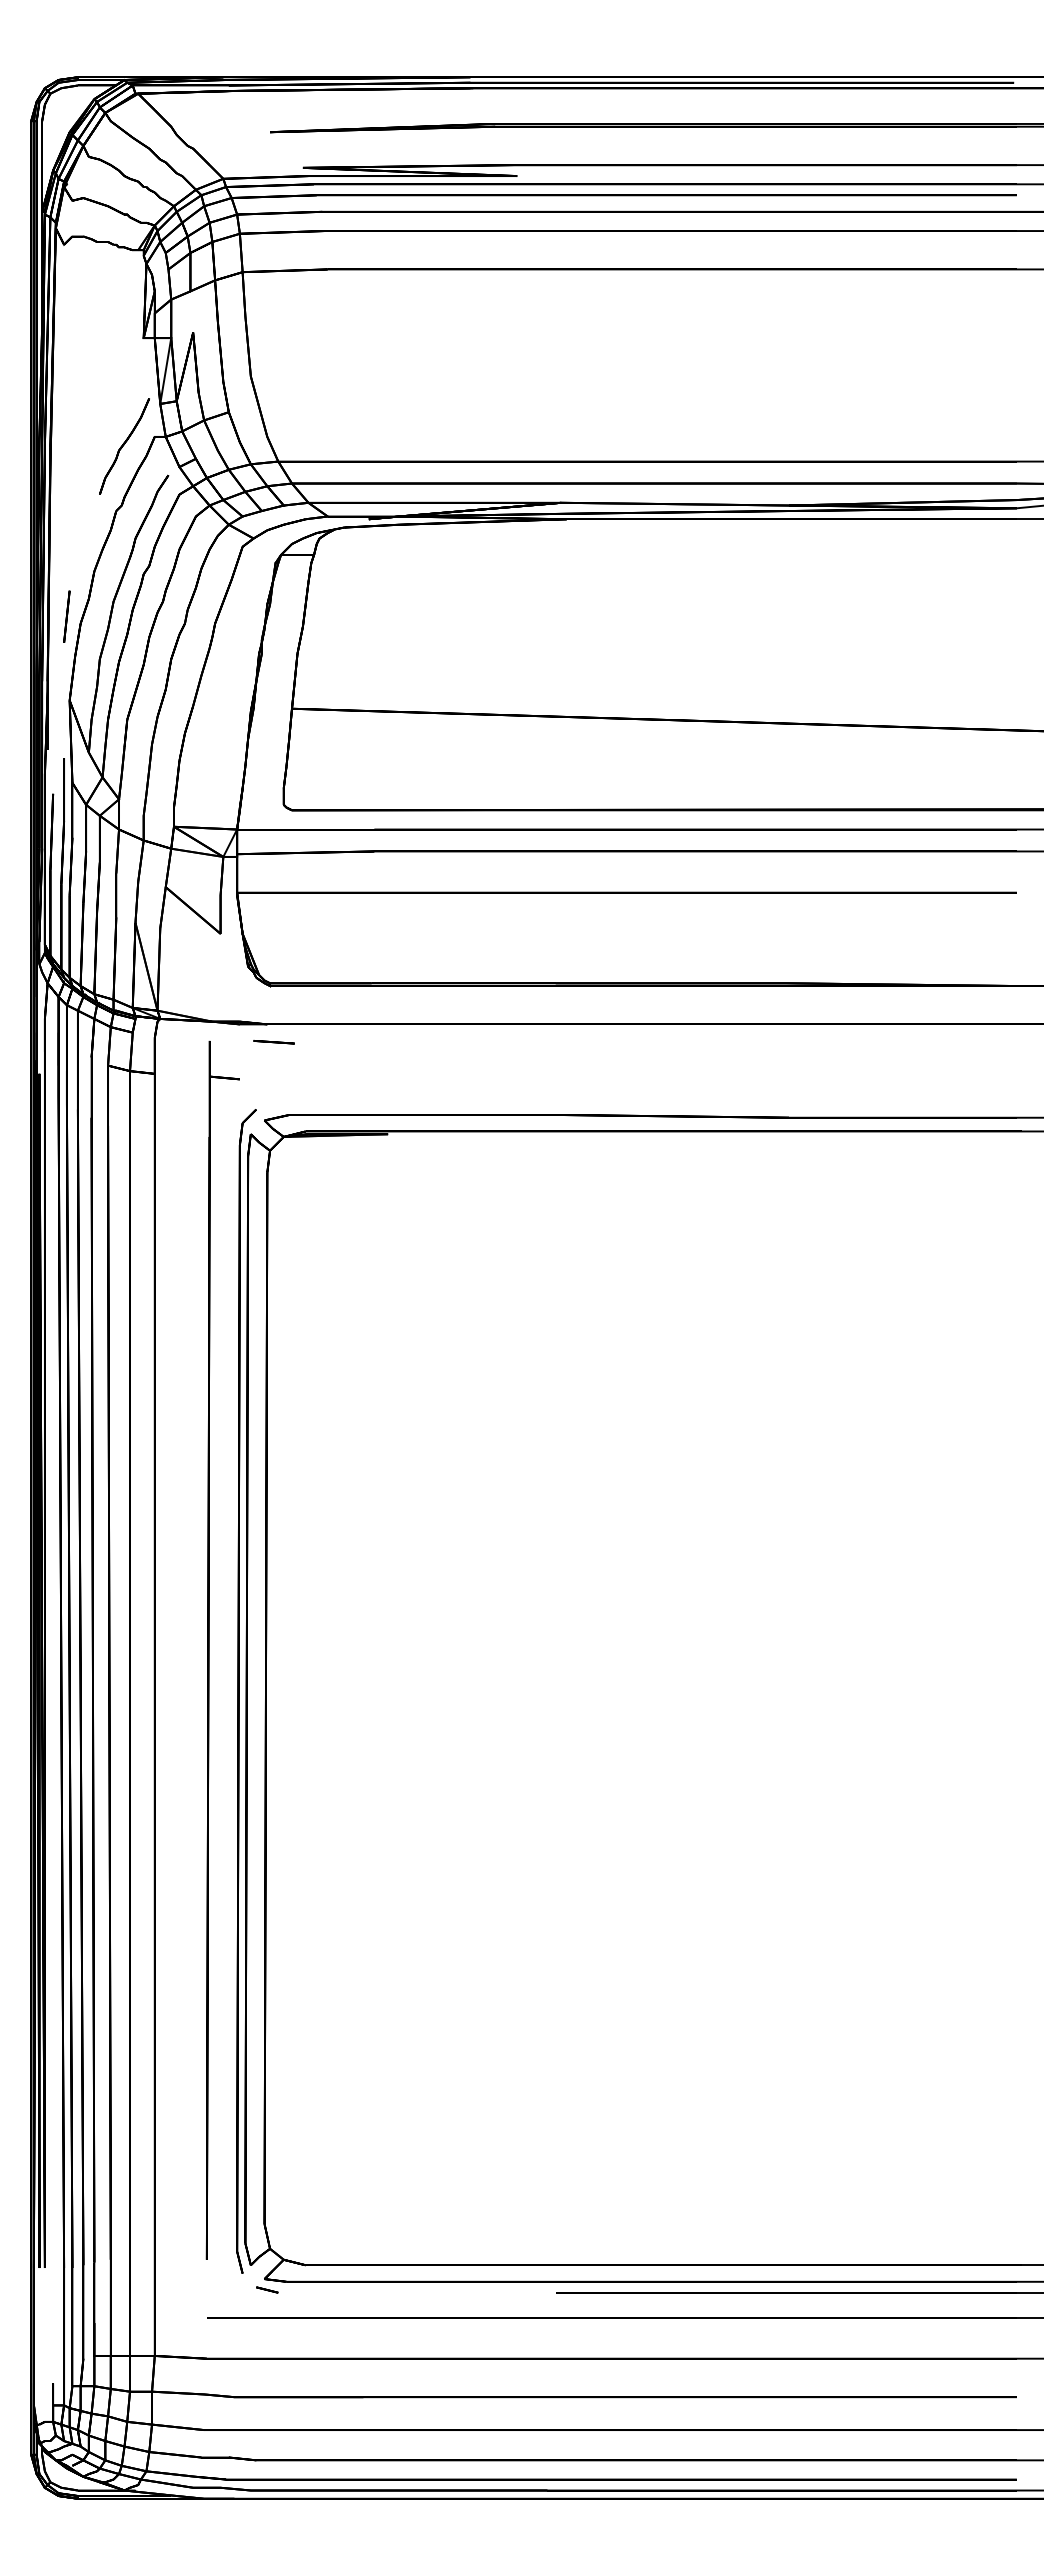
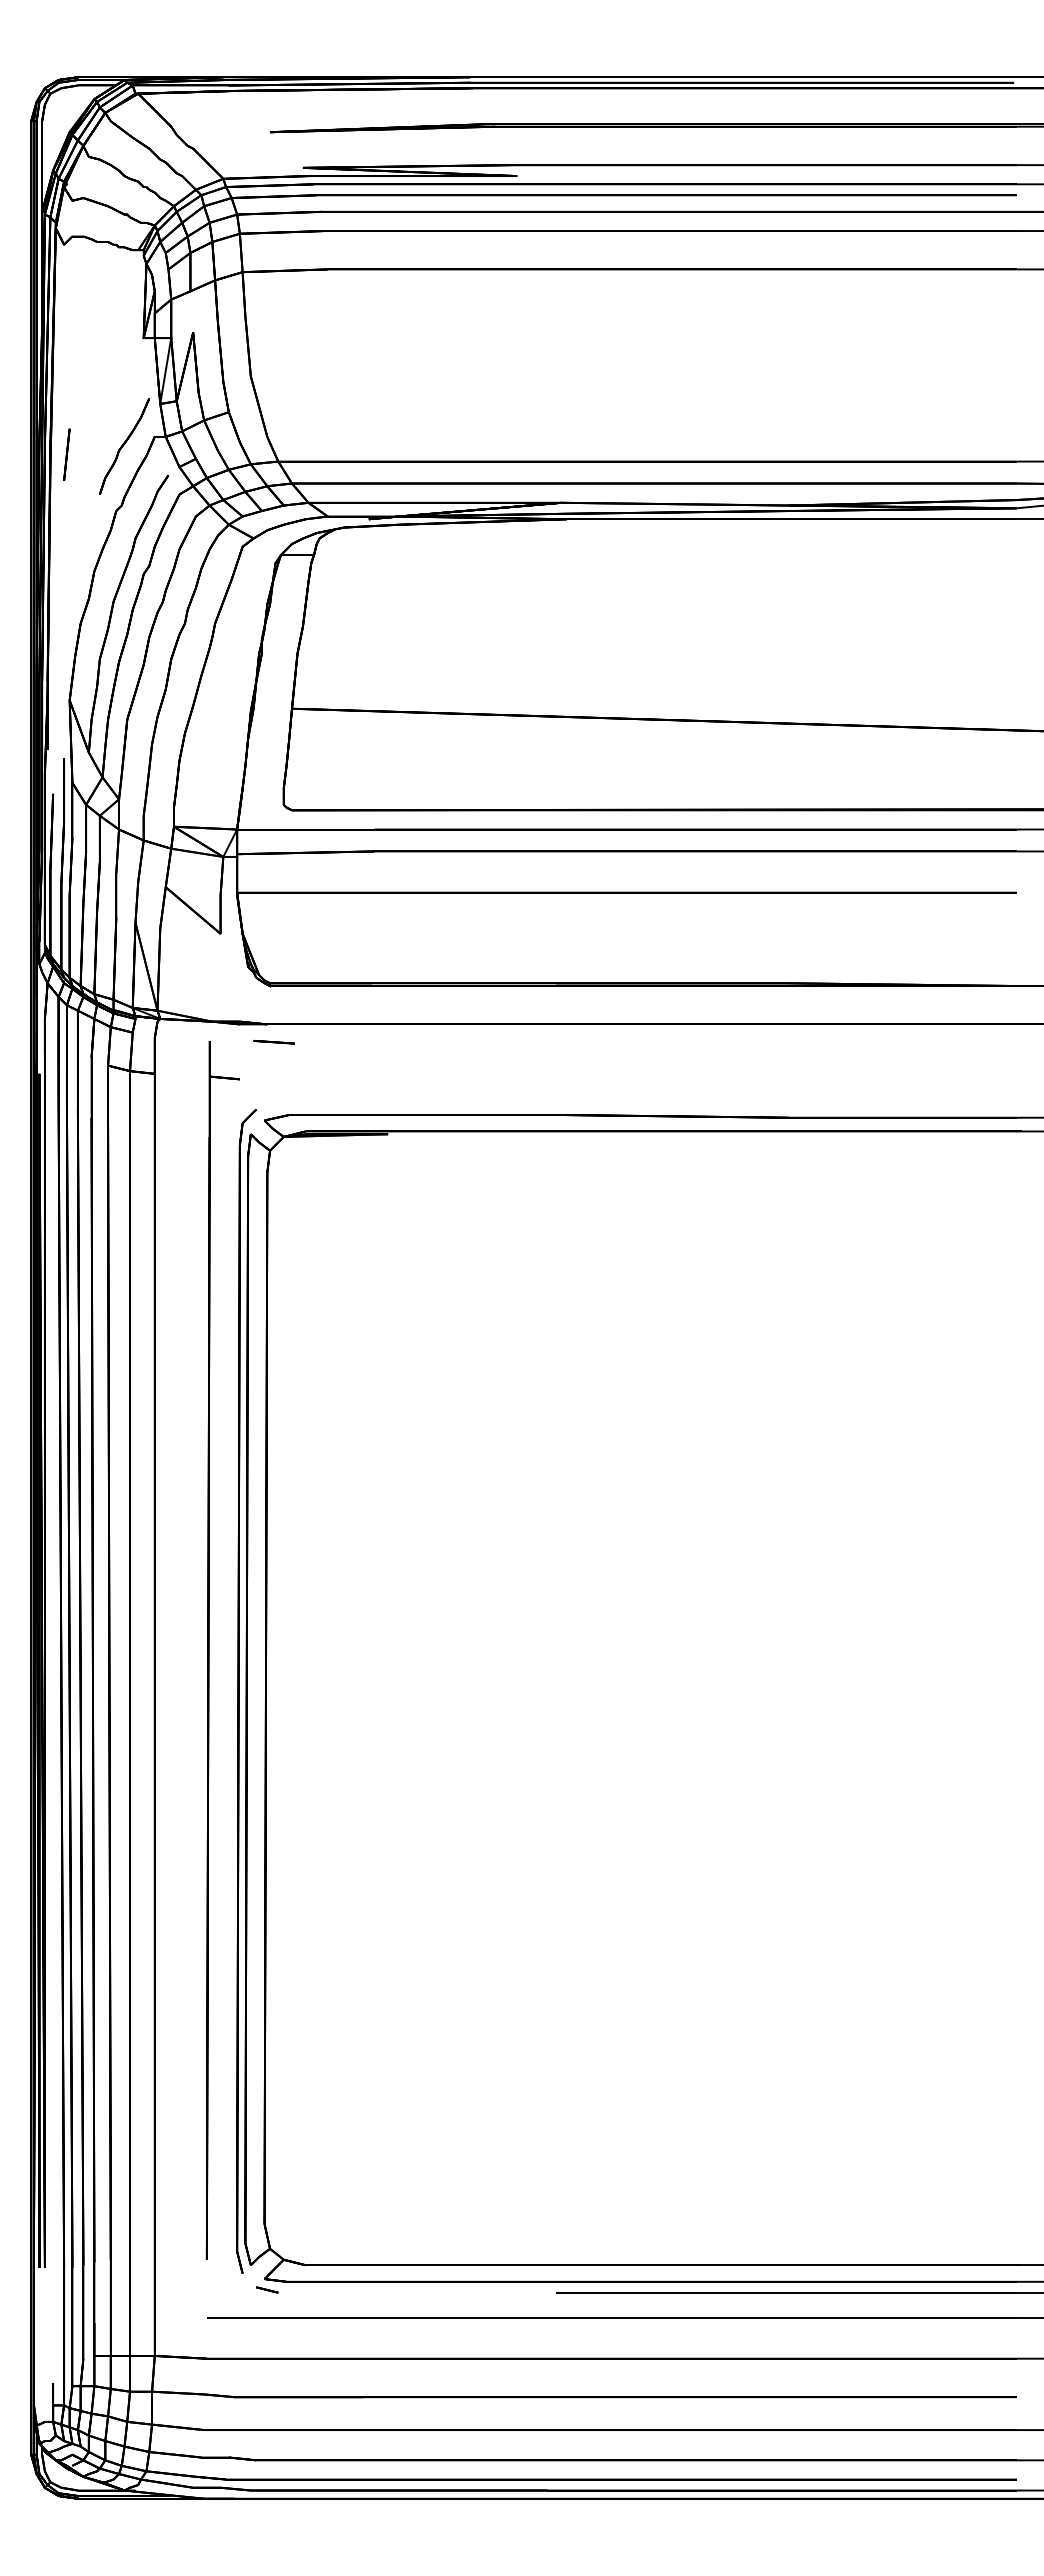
line at (66, 616) position: (66, 616) -> (66, 454)
